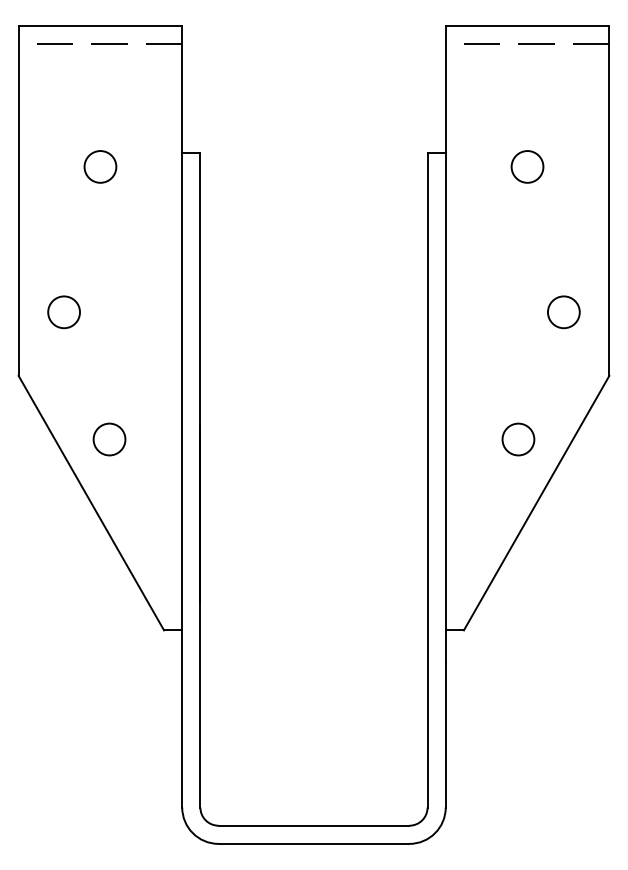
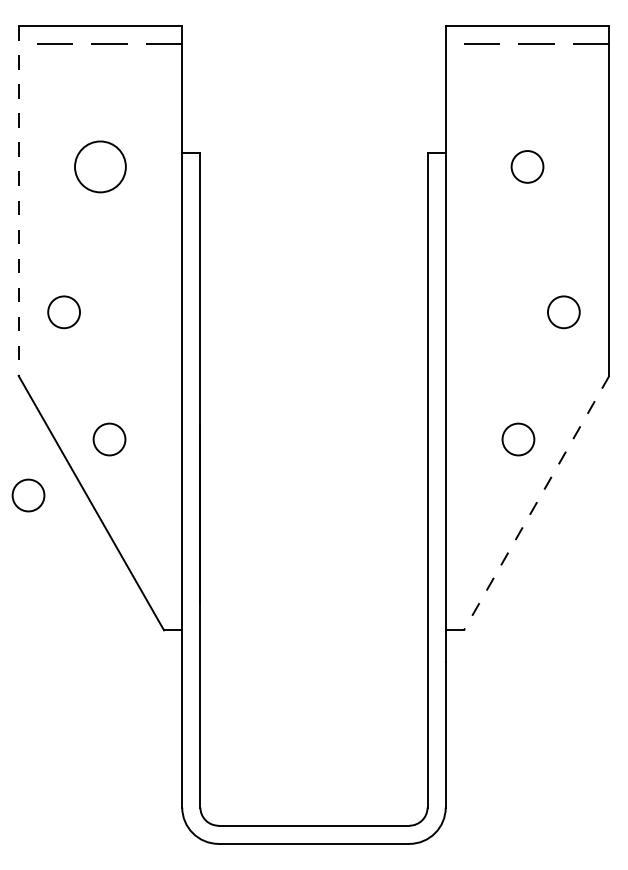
circle at (100, 166) diameter: 32 px -> 51 px
line at (18, 201): solid -> dashed
circle at (28, 495): none -> present
line at (536, 503): solid -> dashed
